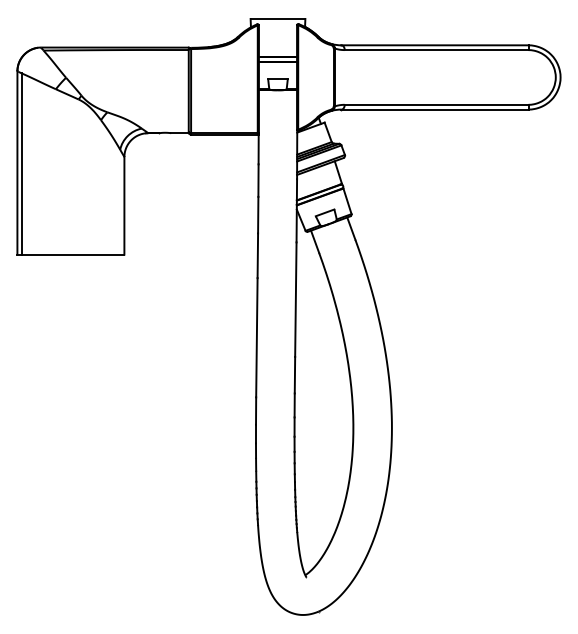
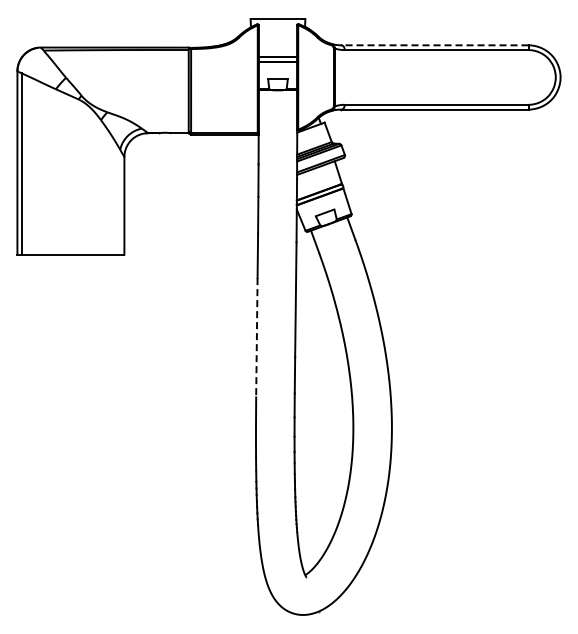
line at (434, 45): solid -> dashed
line at (256, 337): solid -> dashed
